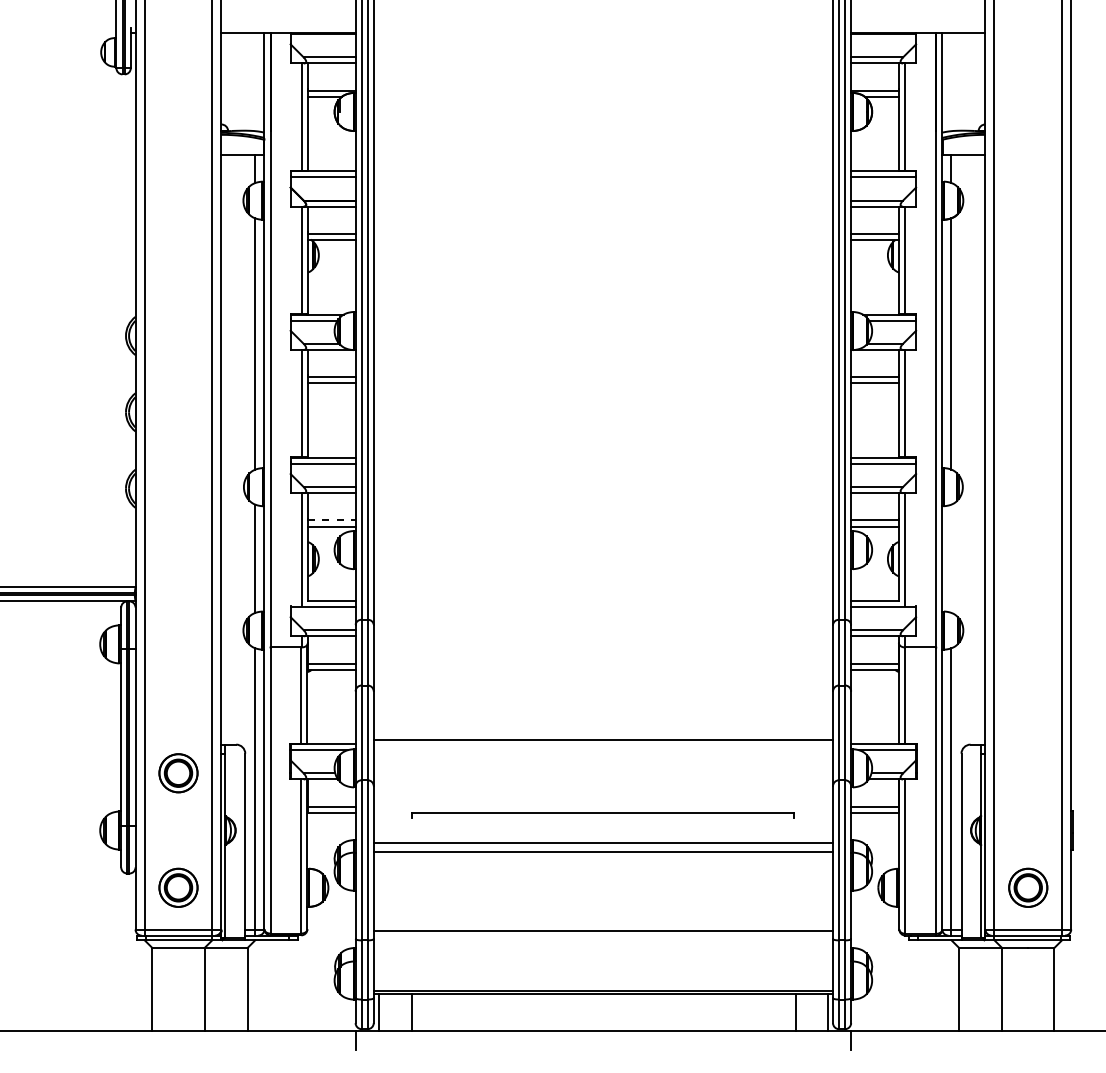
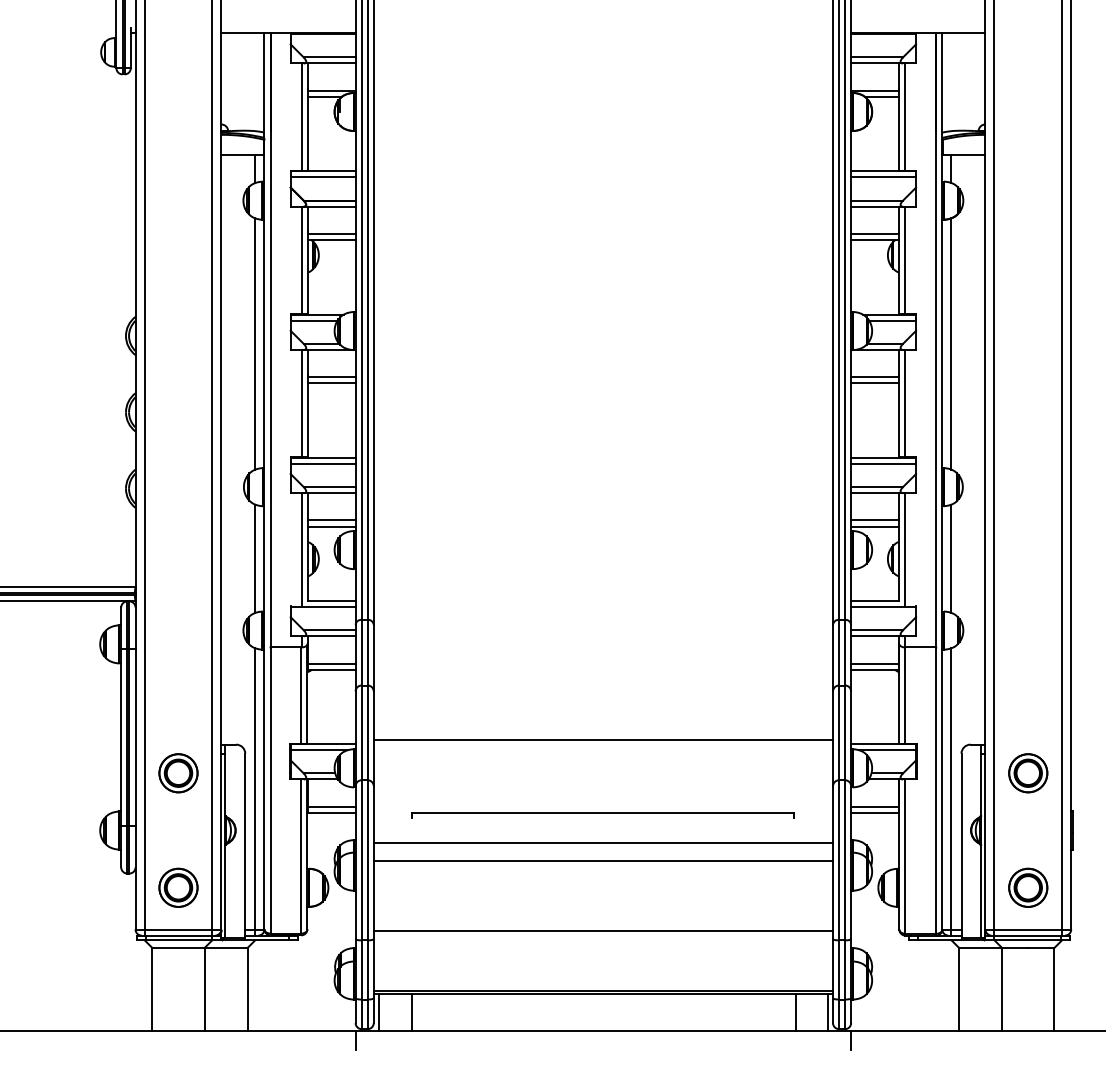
line at (331, 520): dashed -> solid
line at (951, 558): none -> present
part at (1028, 773): none -> present
line at (603, 851) position: (603, 851) -> (603, 860)
